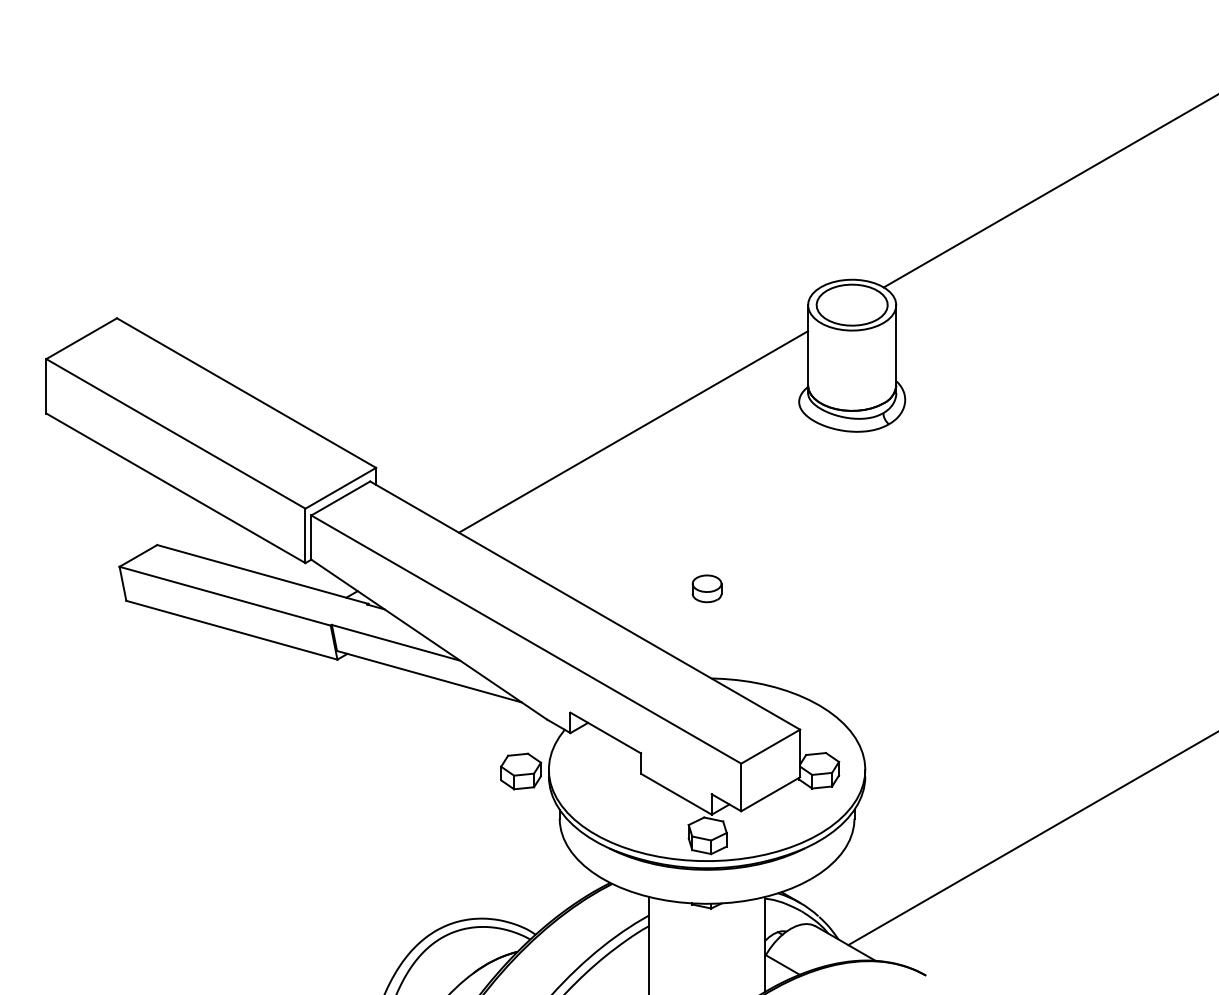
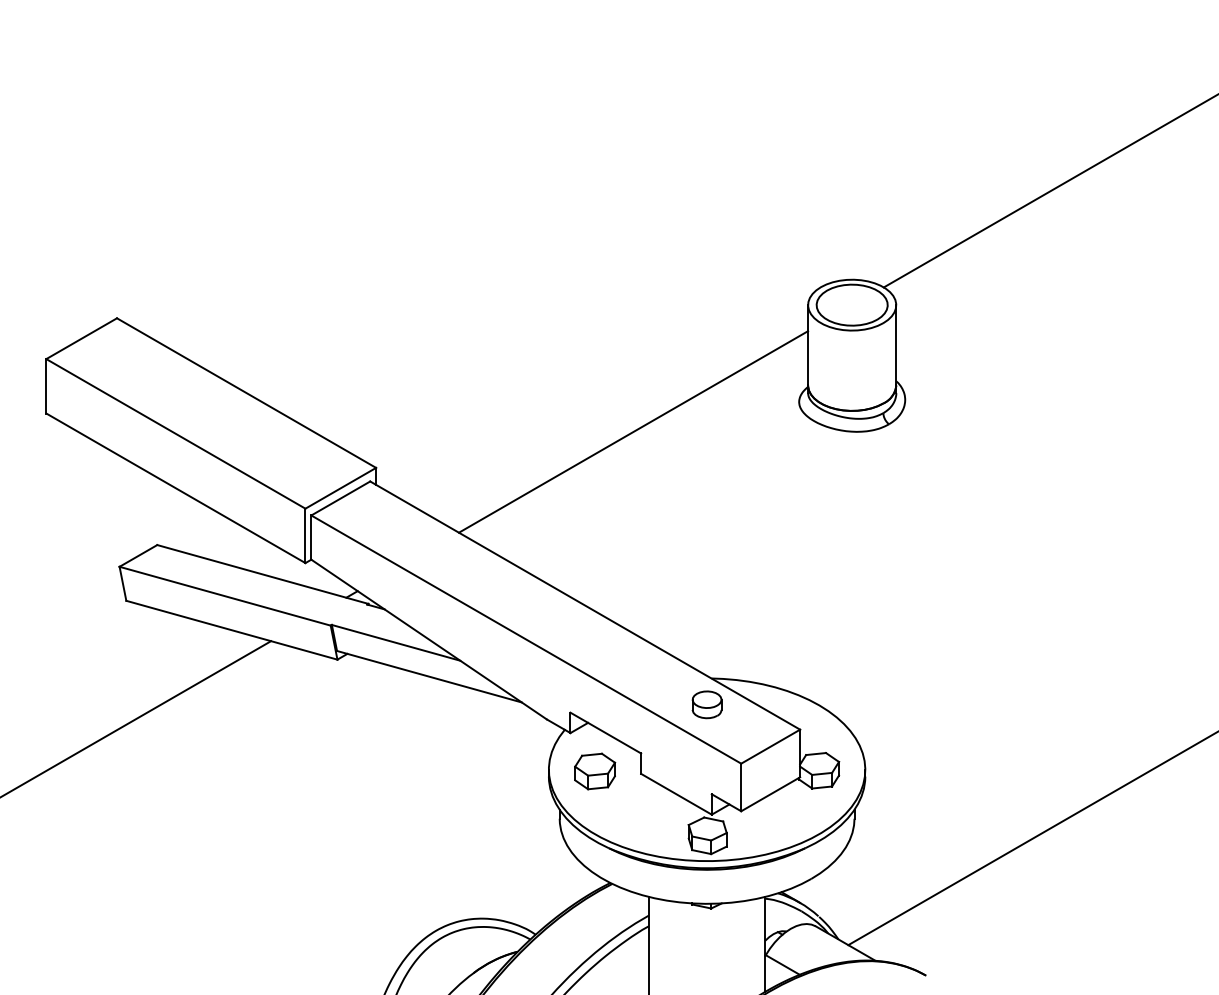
part at (706, 588) position: (706, 588) -> (706, 704)
line at (136, 718): none -> present
part at (521, 771) position: (521, 771) -> (595, 771)
